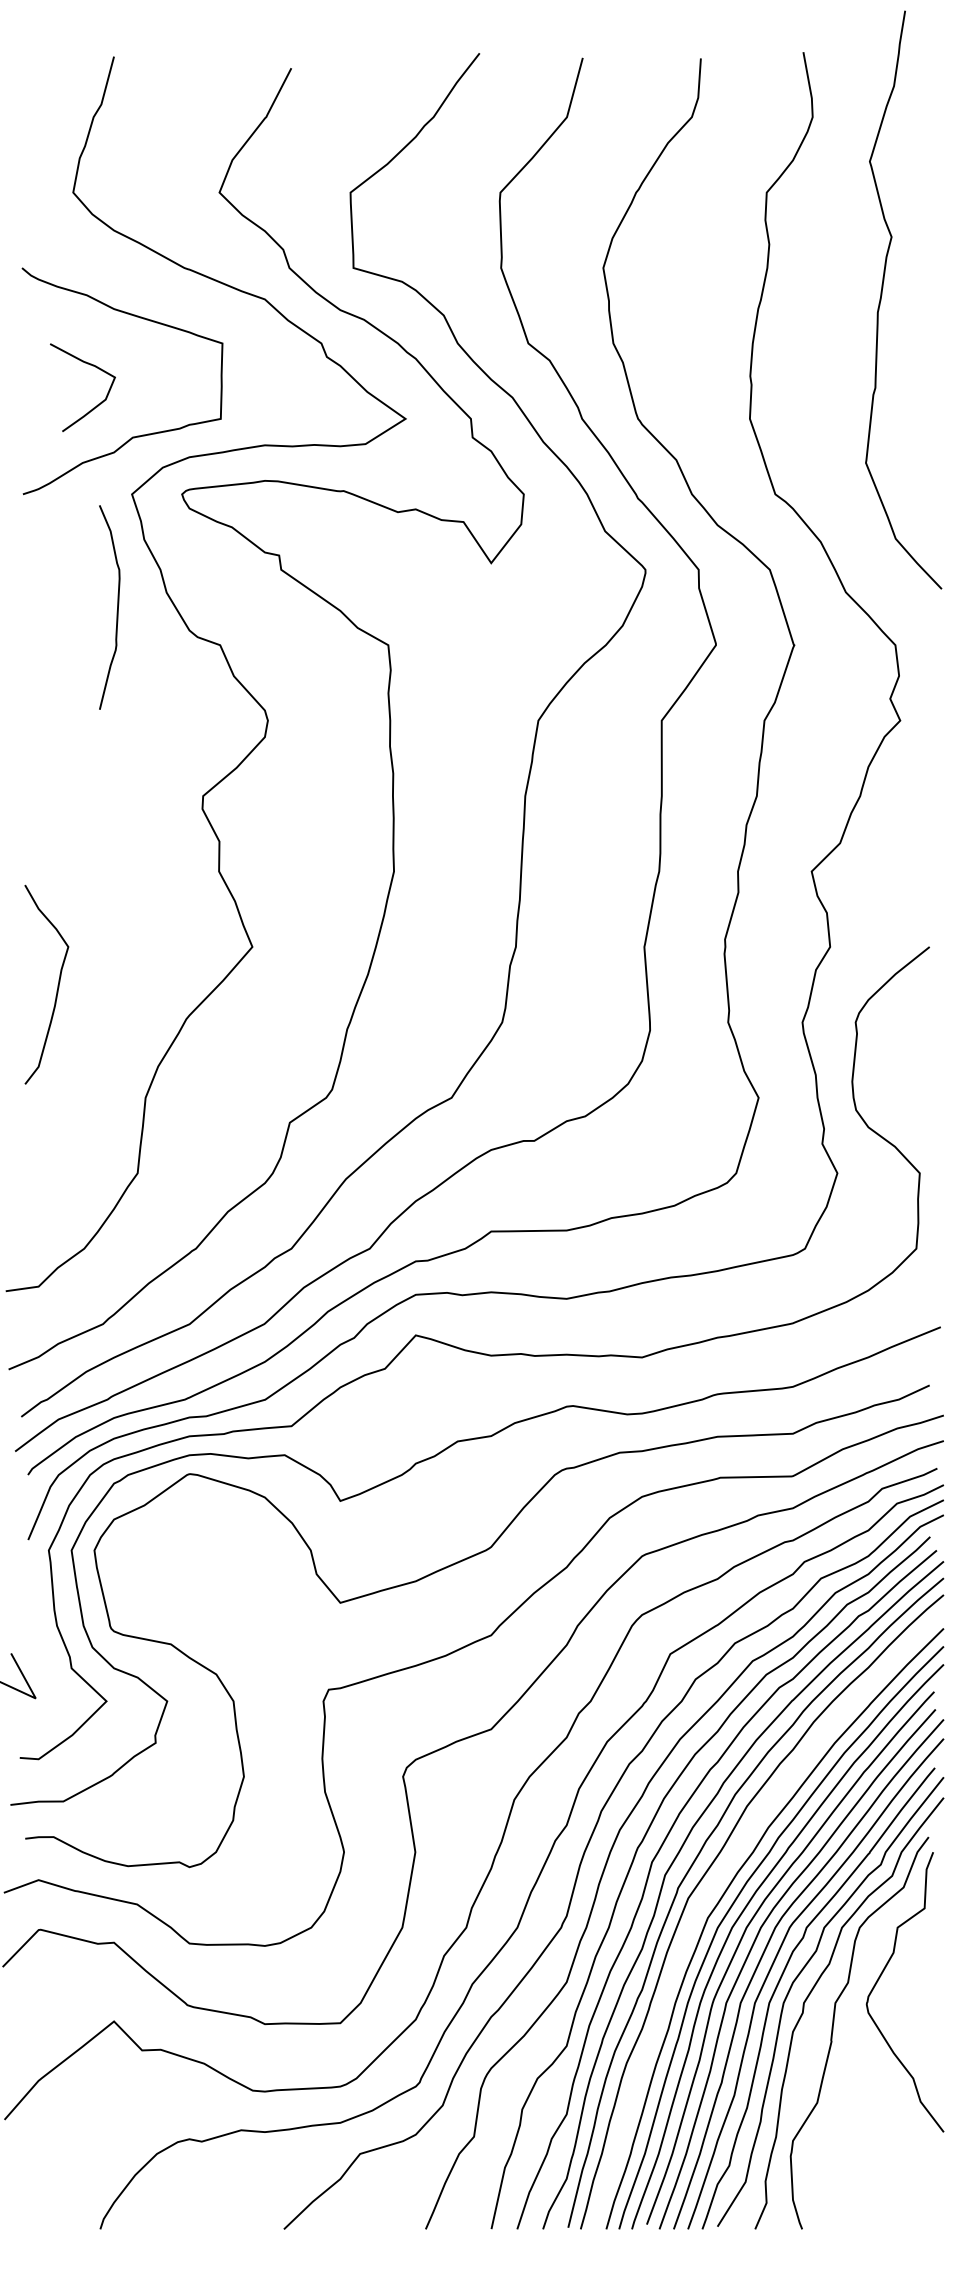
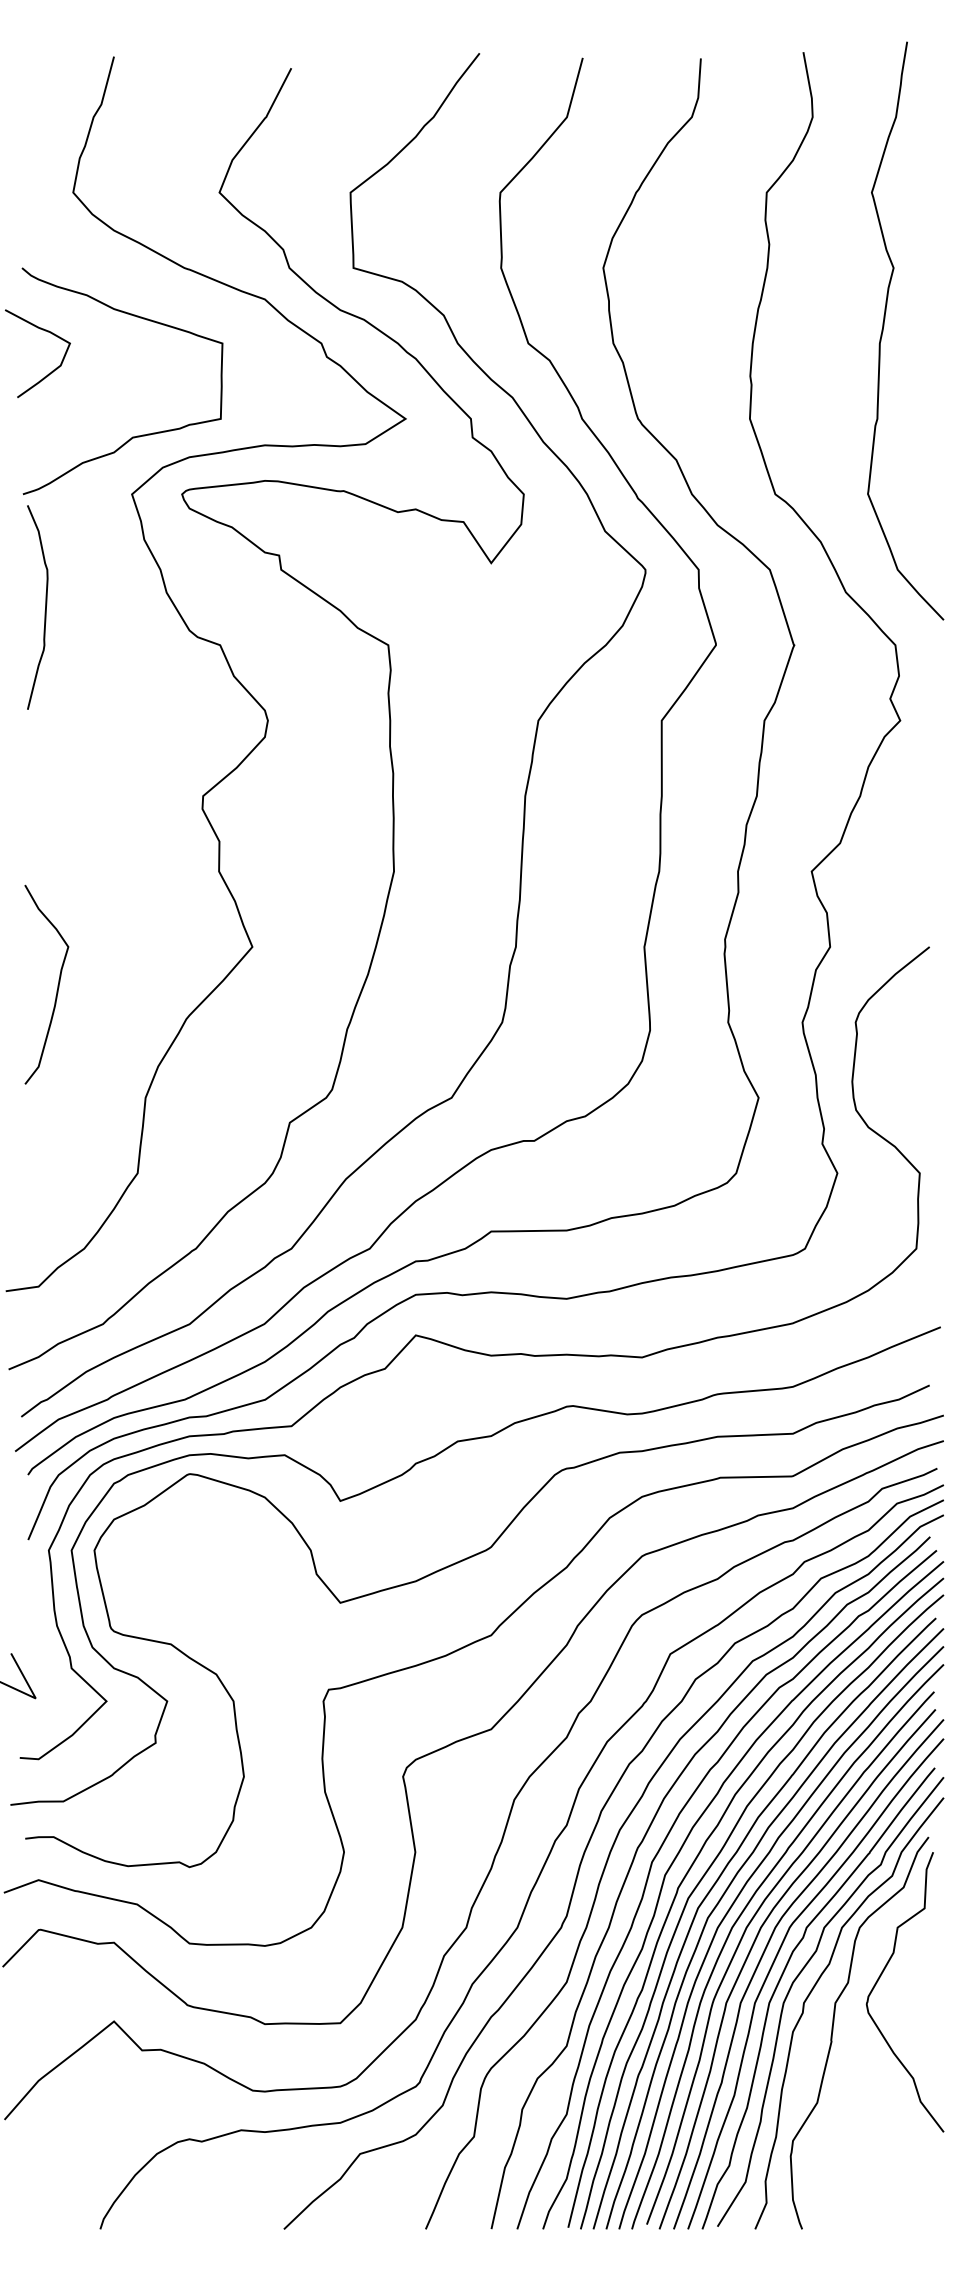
curve at (882, 295) position: (882, 295) -> (884, 326)
curve at (97, 404) position: (97, 404) -> (52, 370)
curve at (117, 607) position: (117, 607) -> (45, 607)
curve at (712, 1889): none -> present
